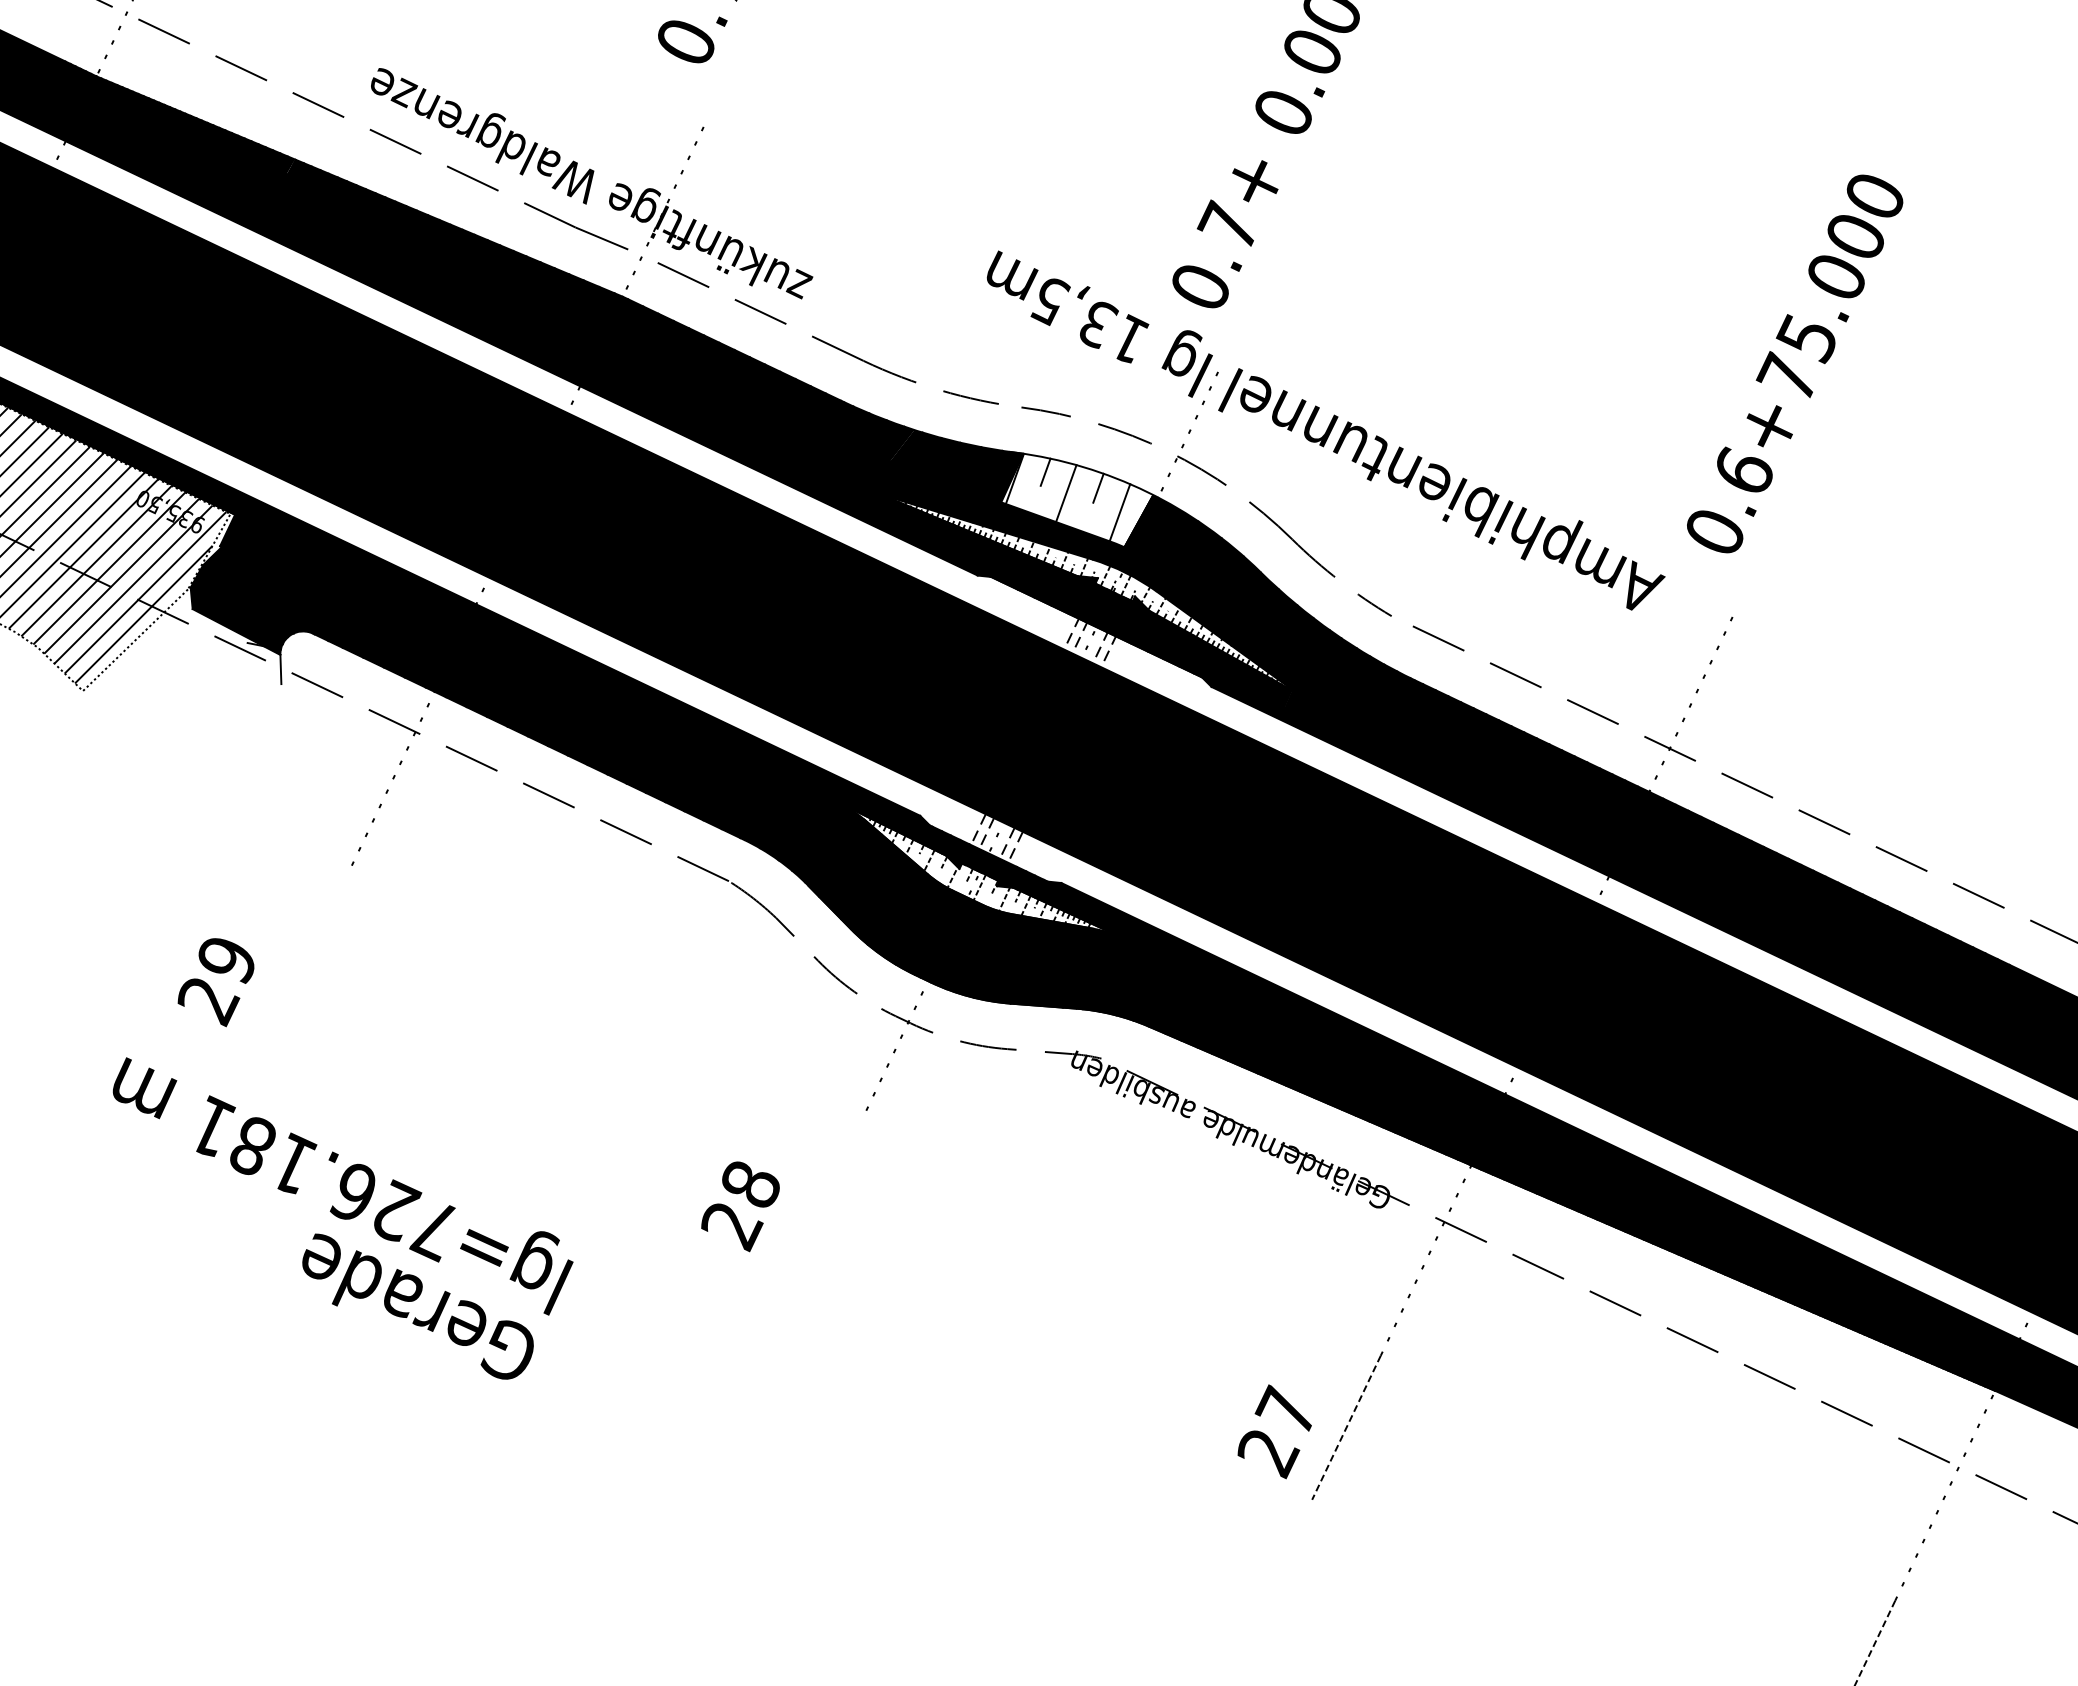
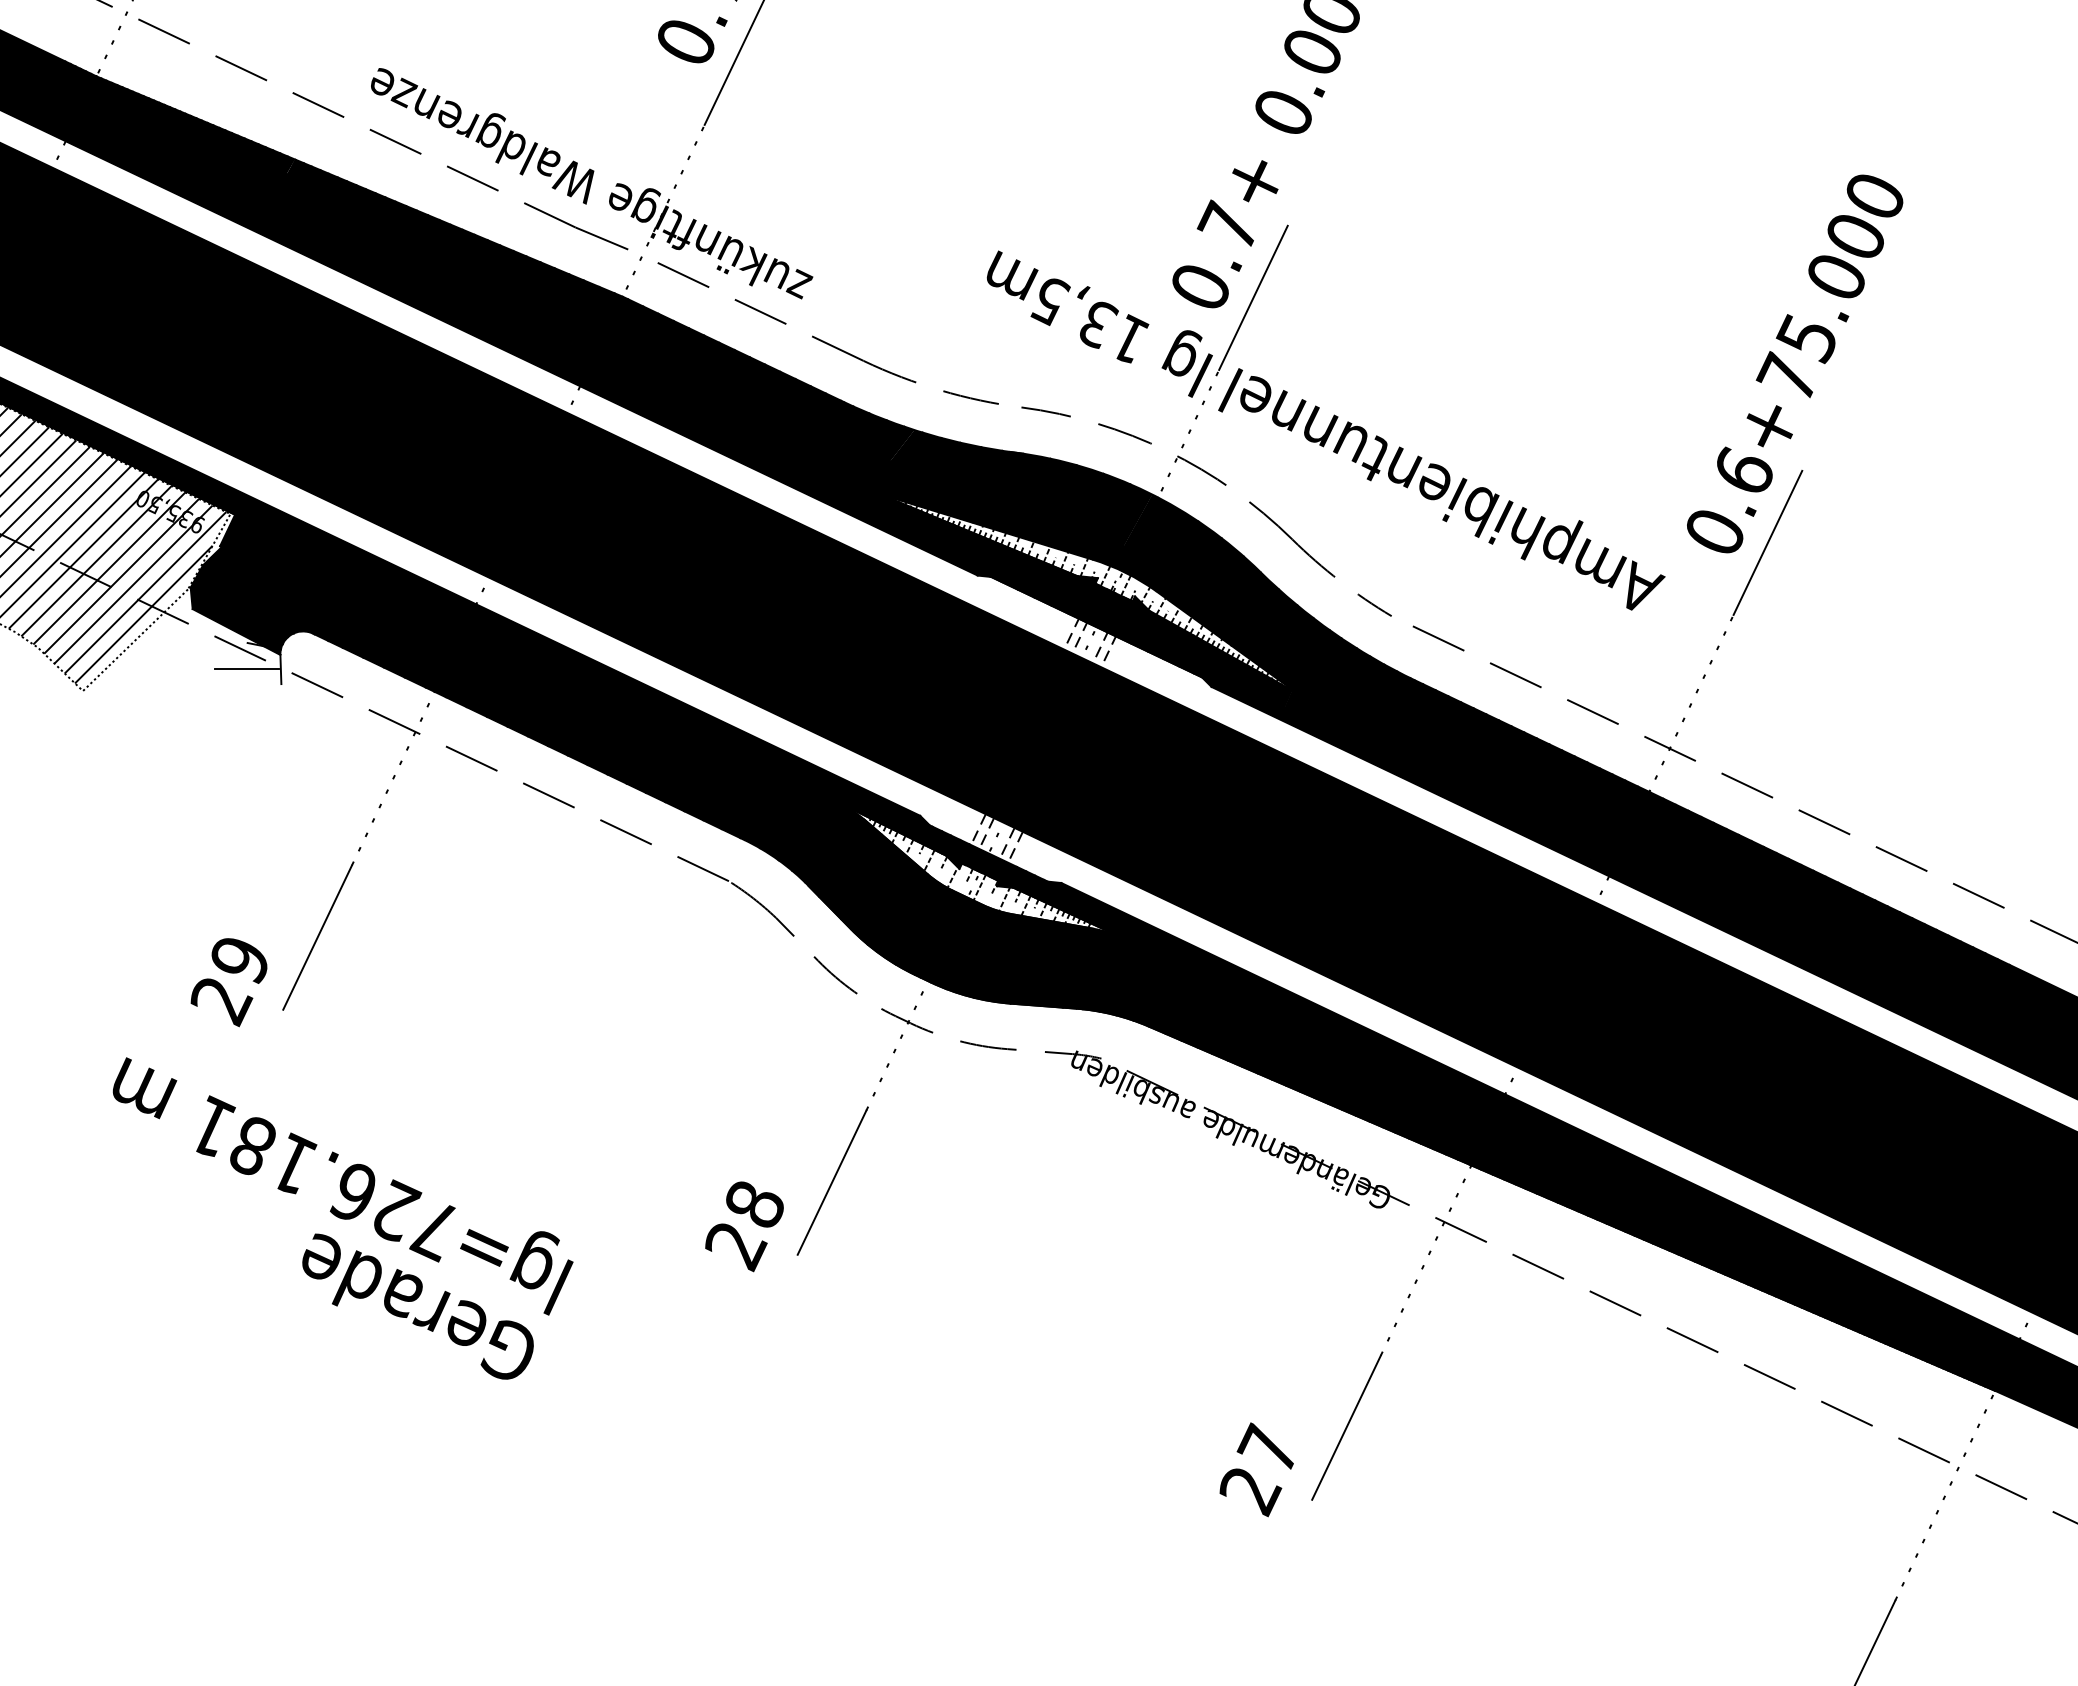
line at (733, 63): none -> present
line at (1253, 297): none -> present
fill at (1076, 499): none -> present
line at (1767, 542): none -> present
line at (247, 668): none -> present
line at (317, 937): none -> present
text at (215, 982) position: (215, 982) -> (228, 982)
line at (831, 1182): none -> present
text at (740, 1206) position: (740, 1206) -> (744, 1226)
line at (1346, 1427): dashed -> solid
text at (1274, 1431) position: (1274, 1431) -> (1256, 1469)
line at (1875, 1643): dashed -> solid
